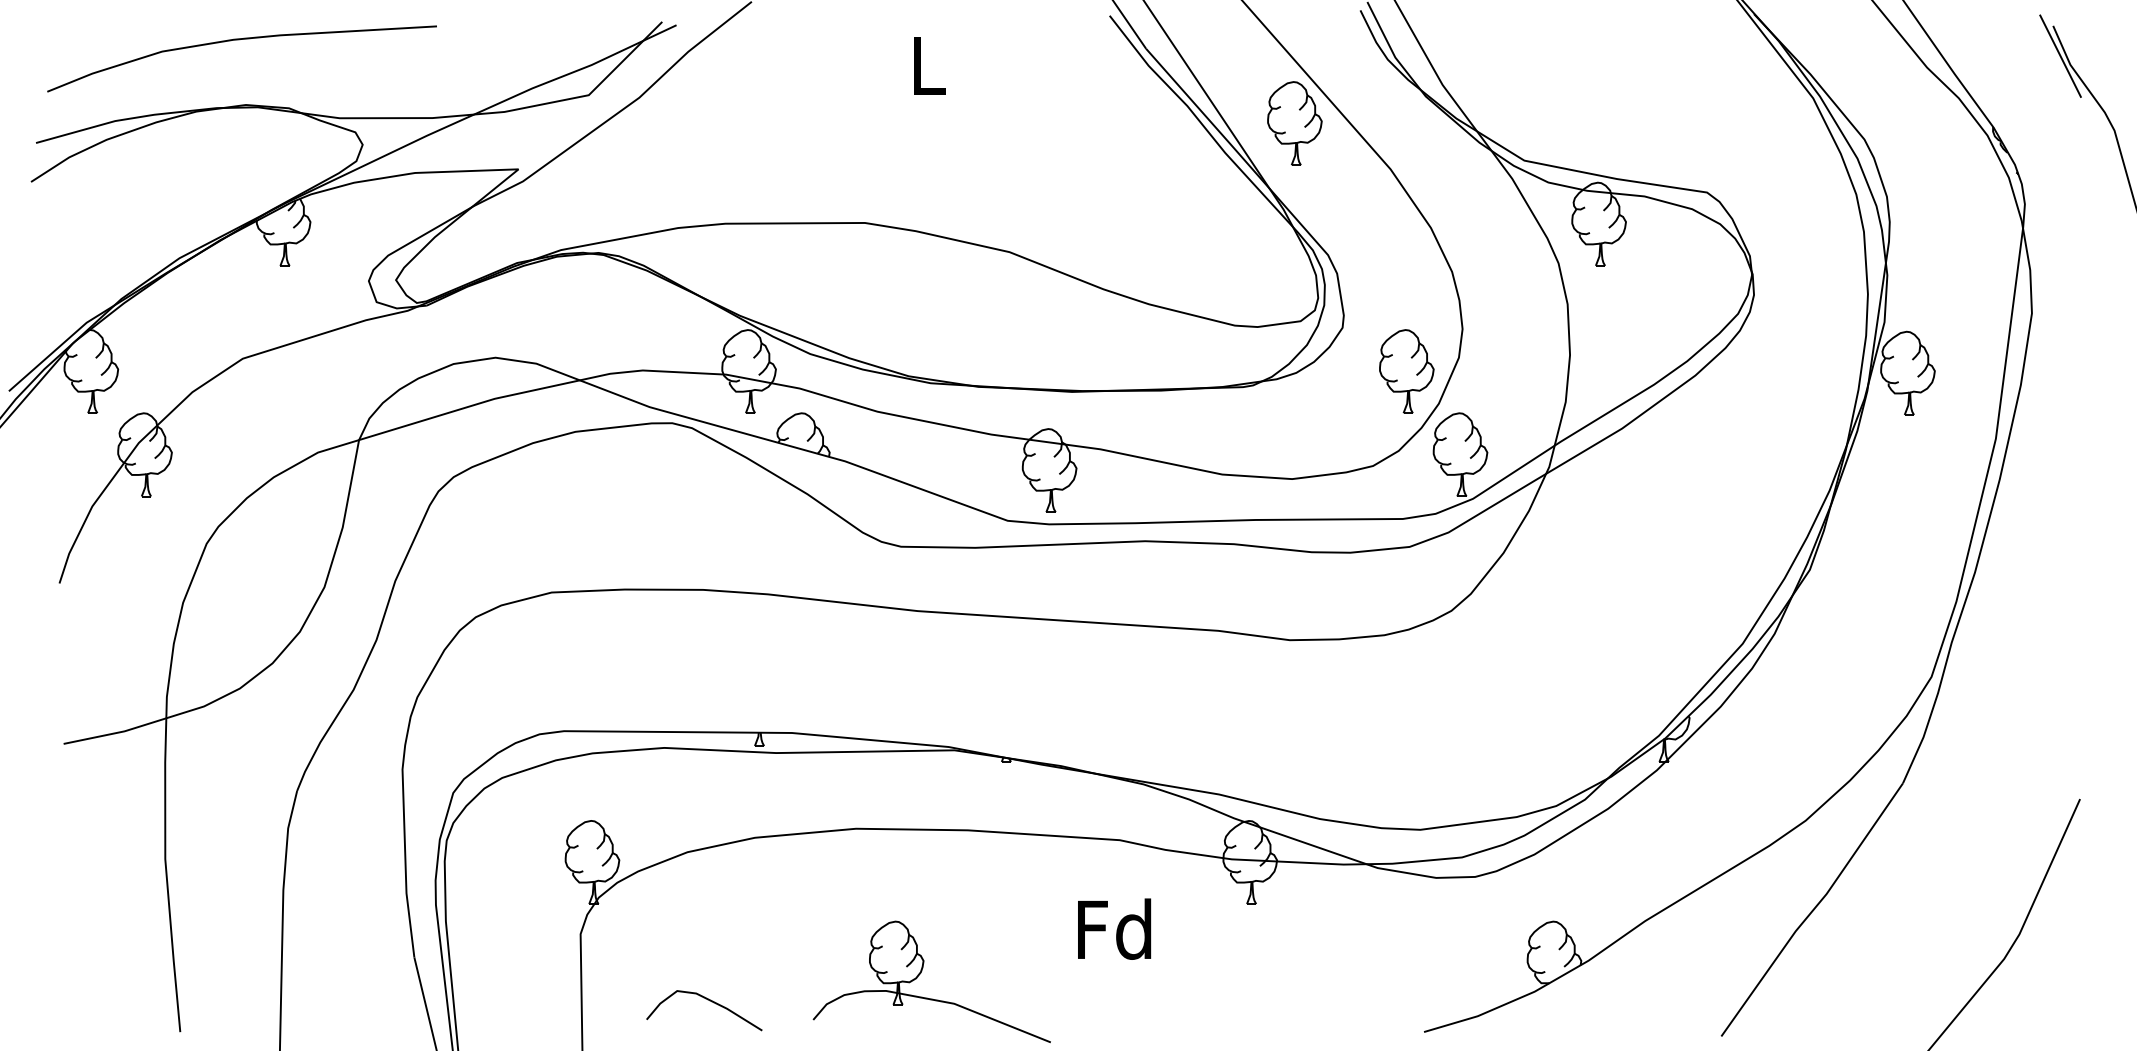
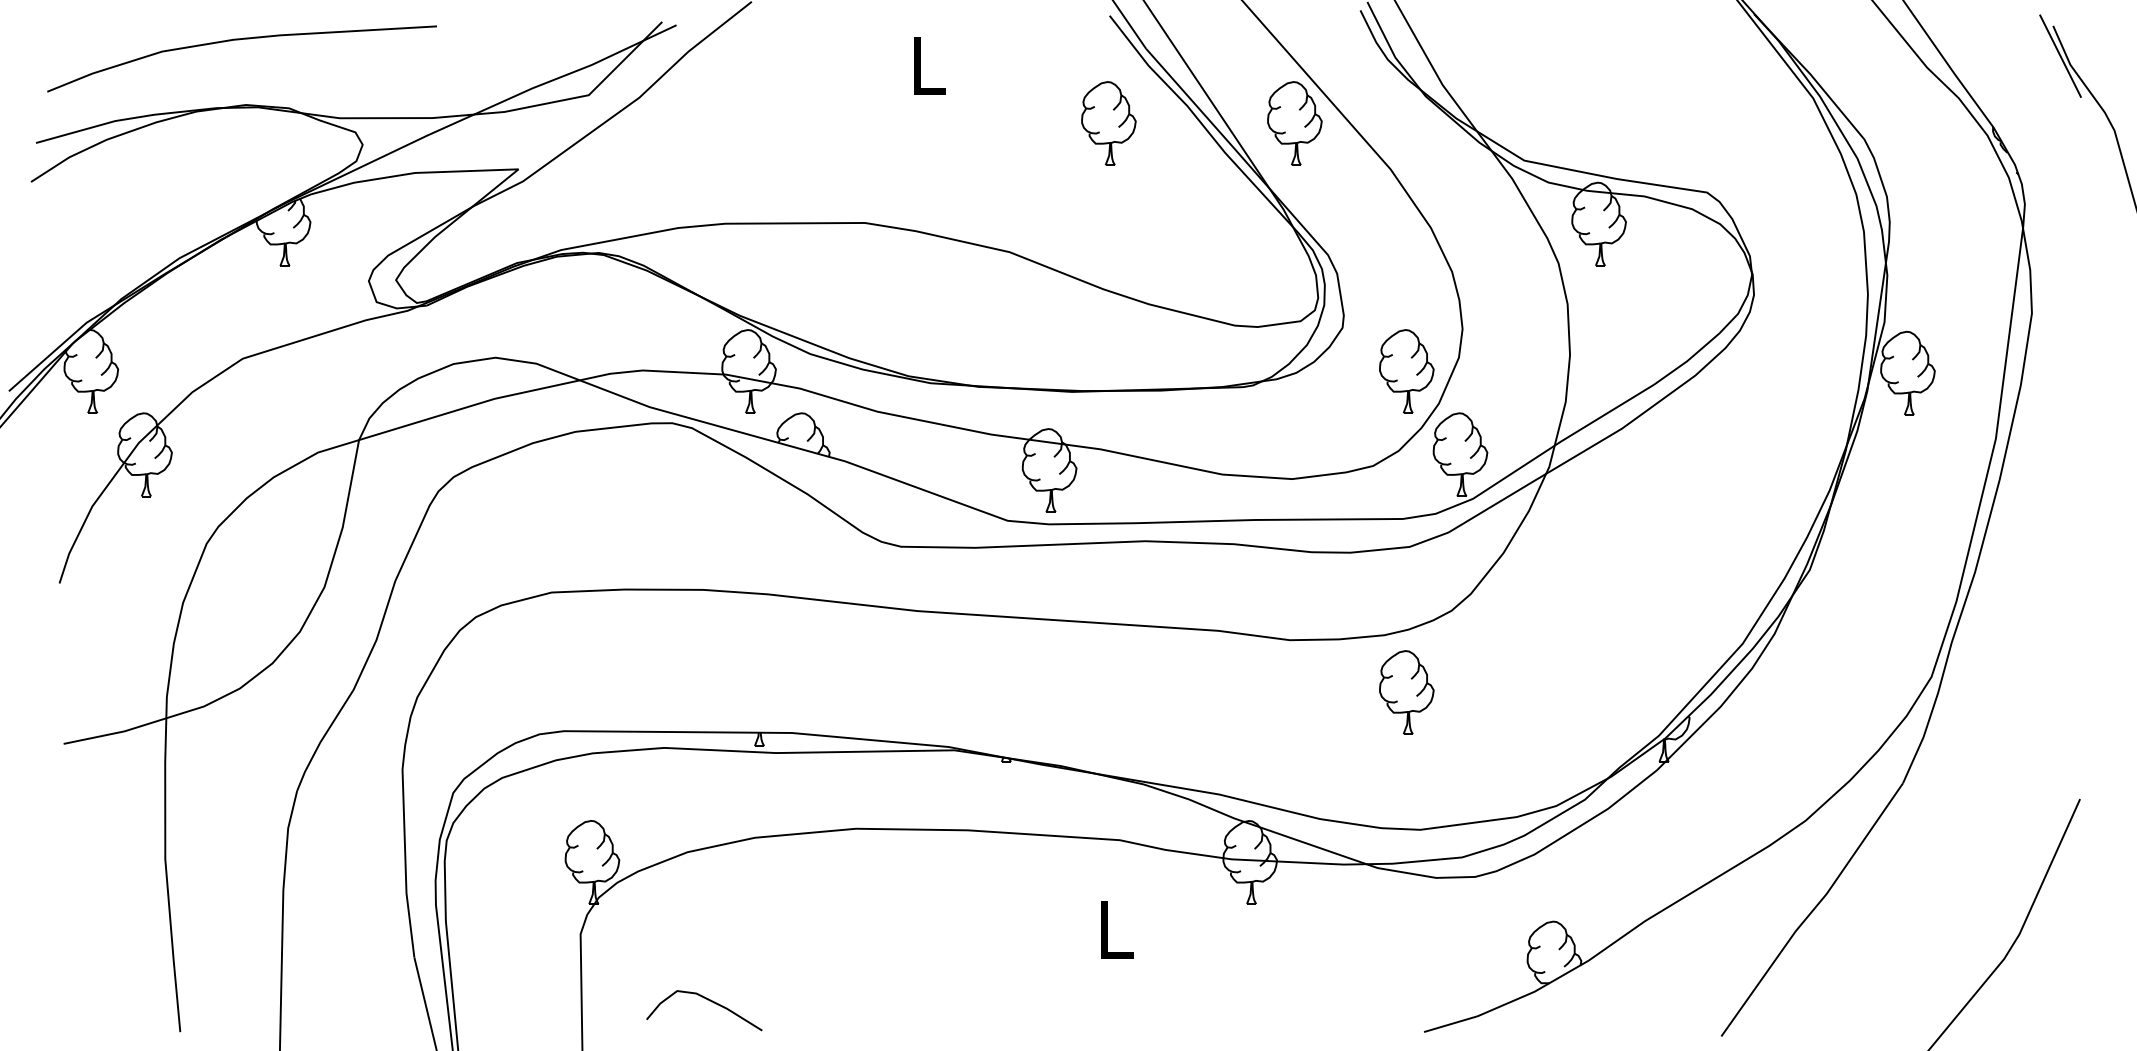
part at (1108, 123): none -> present
part at (1406, 692): none -> present
text at (1114, 928): Fd -> L
part at (921, 973): present -> none
